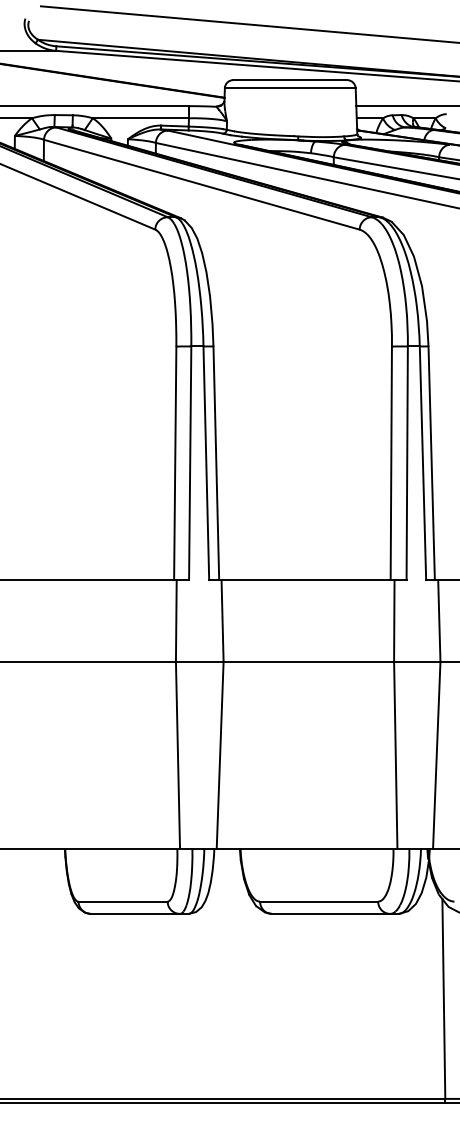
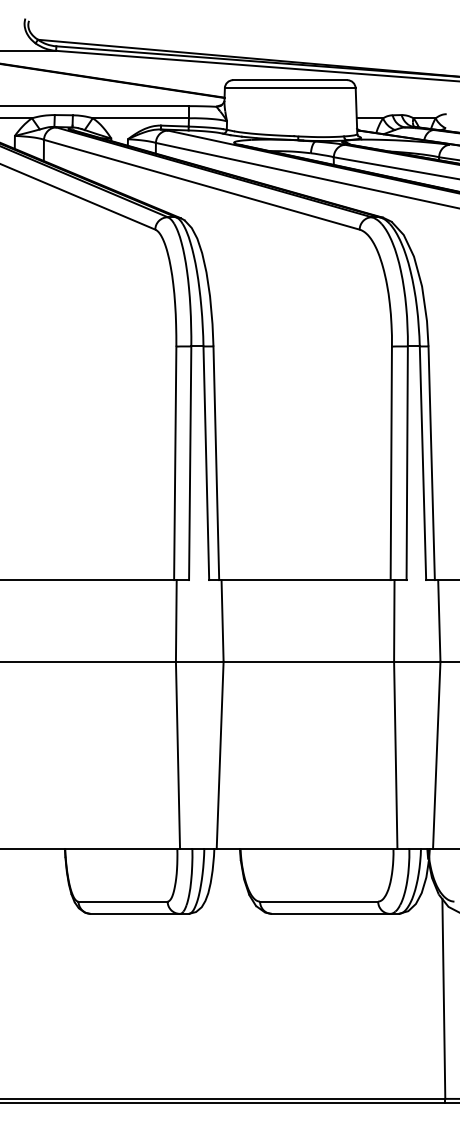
line at (248, 24): present -> none
line at (406, 106): present -> none
